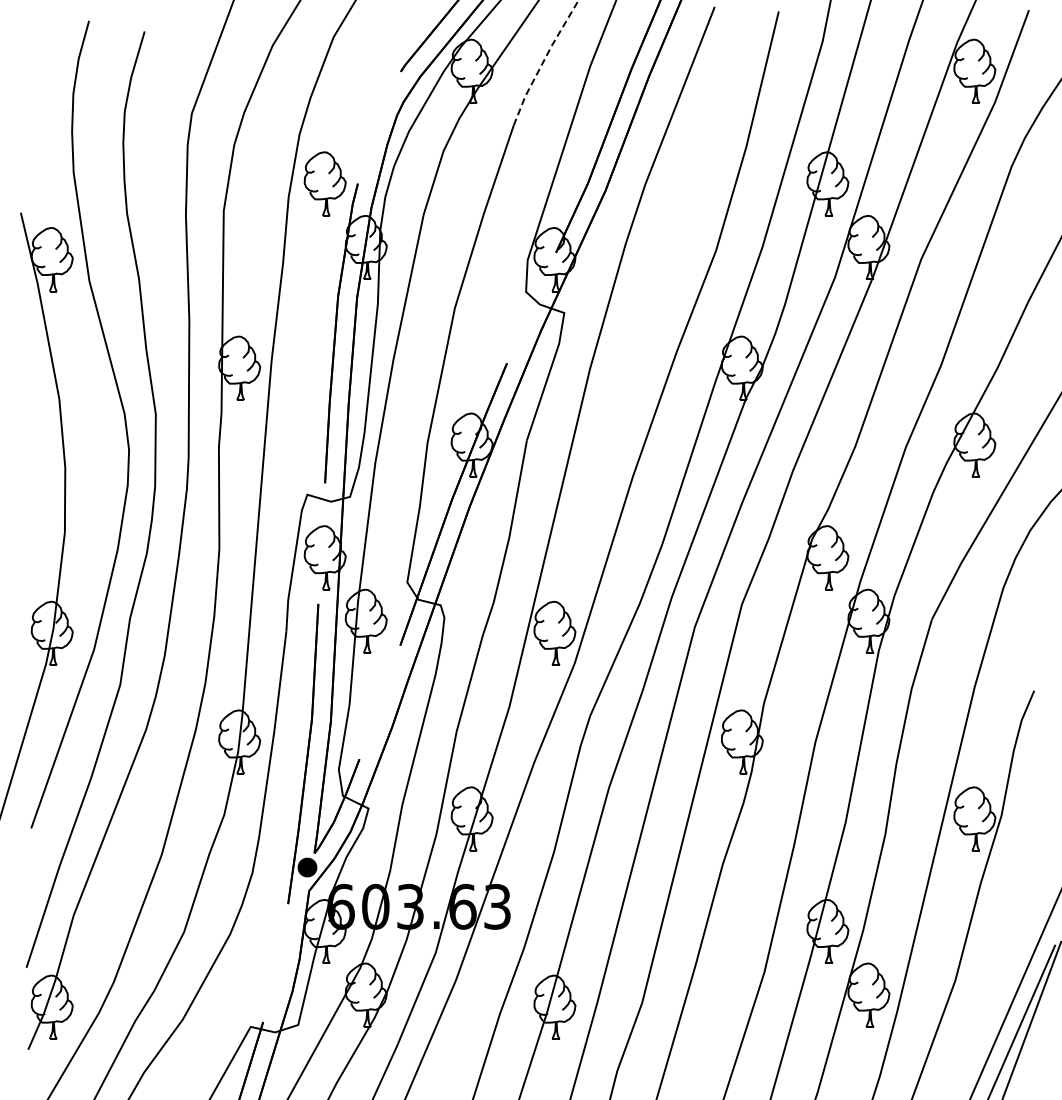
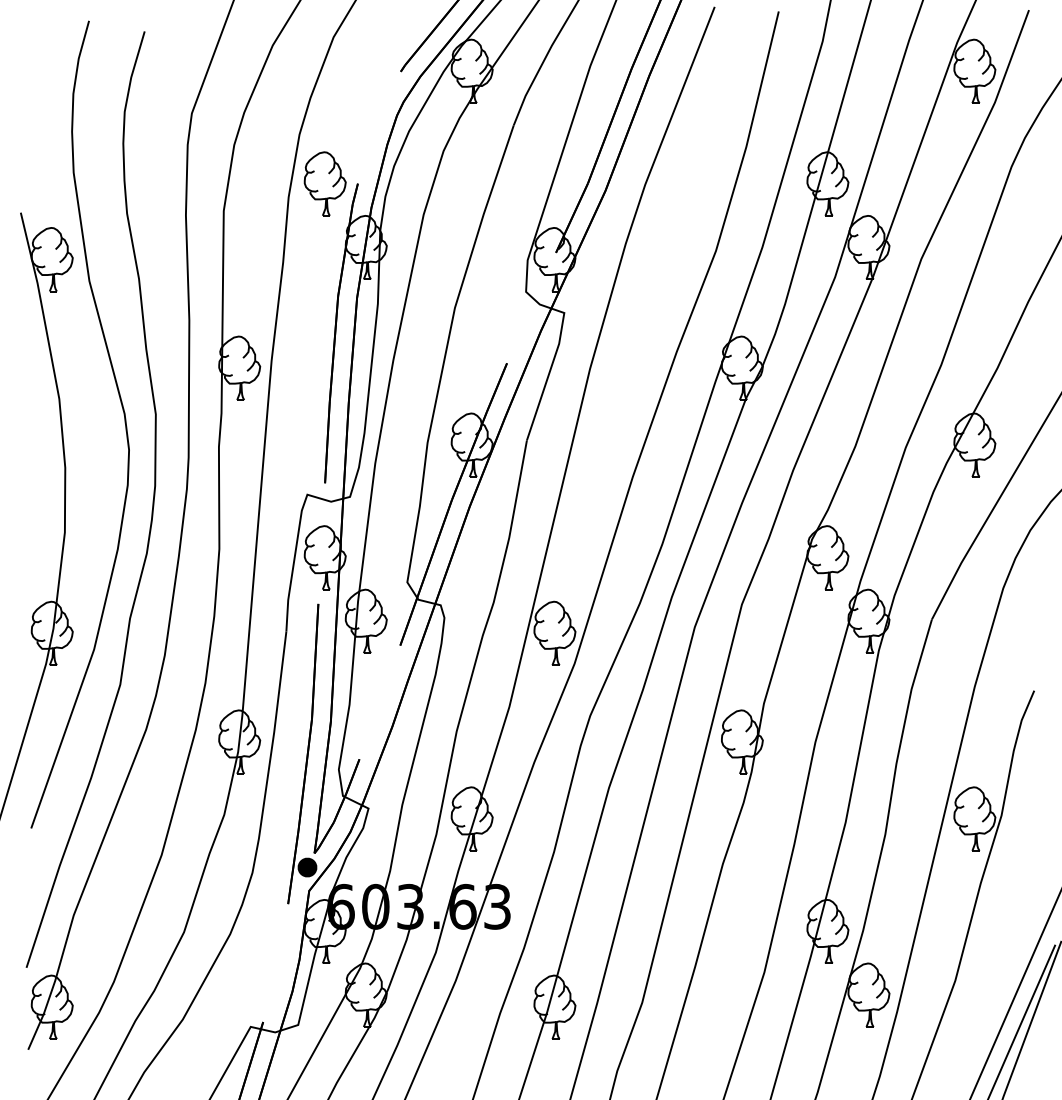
line at (543, 61): dashed -> solid
